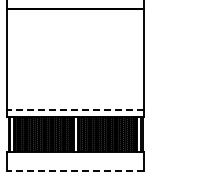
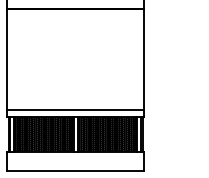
line at (75, 110): dashed -> solid
line at (75, 170): dashed -> solid
